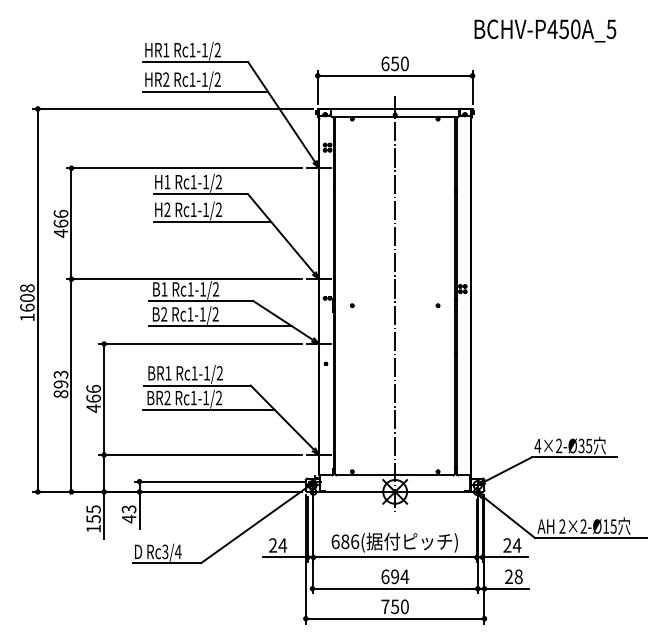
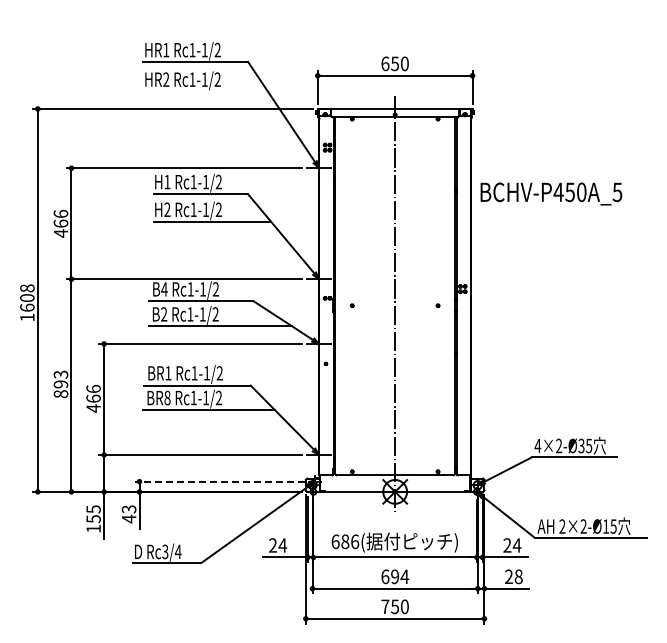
text at (545, 30) position: (545, 30) -> (551, 193)
line at (205, 91): present -> none
text at (164, 289): B1 -> B4
text at (167, 397): BR2 -> BR8
line at (219, 481): solid -> dashed
